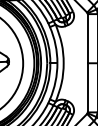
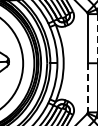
line at (97, 38): solid -> dashed
line at (87, 87): solid -> dashed
